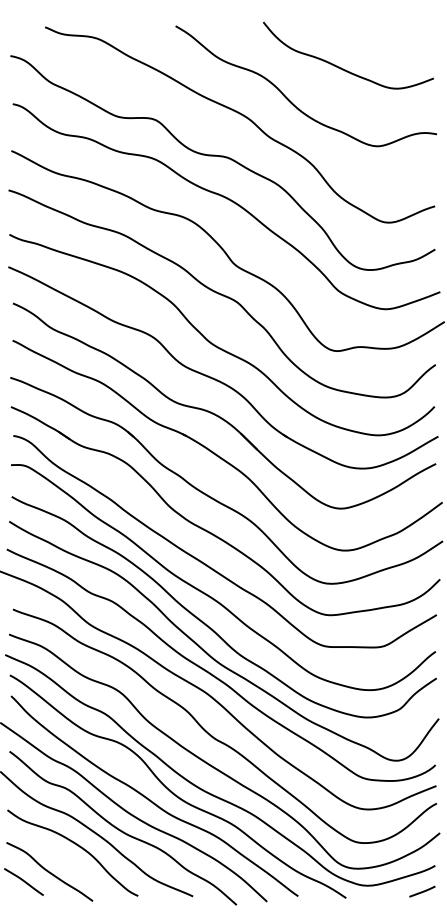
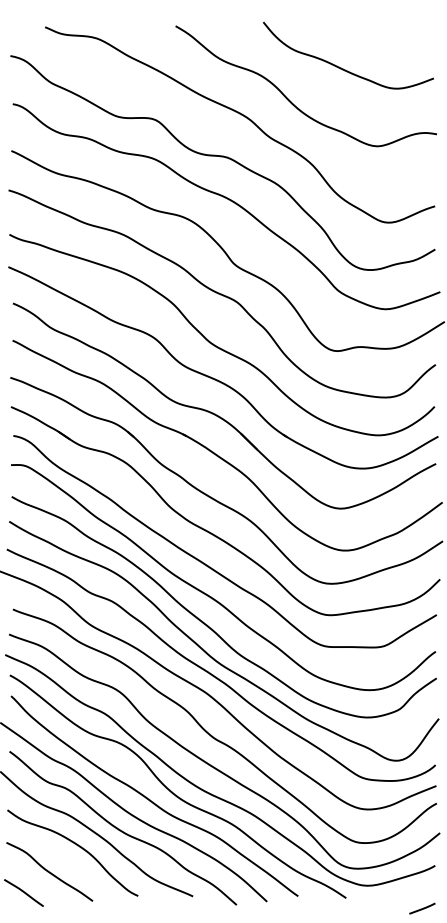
line at (23, 881) position: (23, 881) -> (23, 892)
line at (422, 891) position: (422, 891) -> (422, 908)
